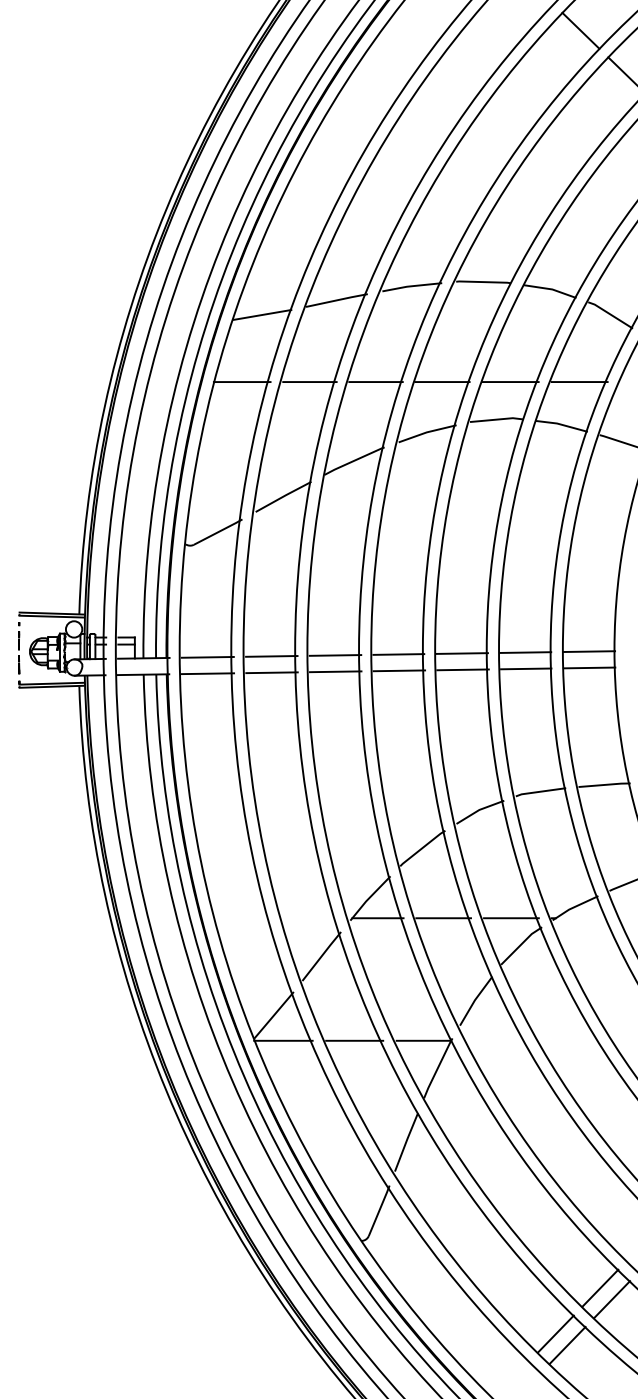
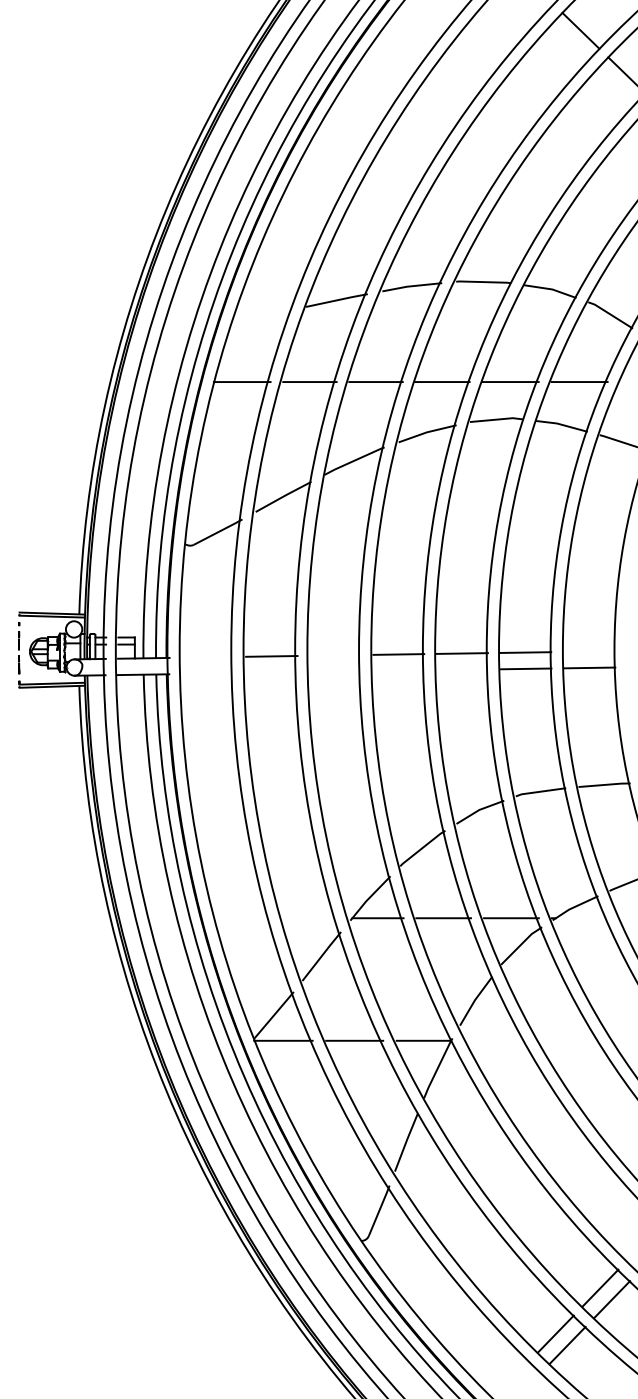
line at (262, 314): present -> none
line at (589, 651): present -> none
line at (335, 655): present -> none
line at (207, 656): present -> none
line at (462, 669): present -> none
line at (399, 670): present -> none
line at (335, 671): present -> none
line at (271, 672): present -> none
line at (207, 673): present -> none
